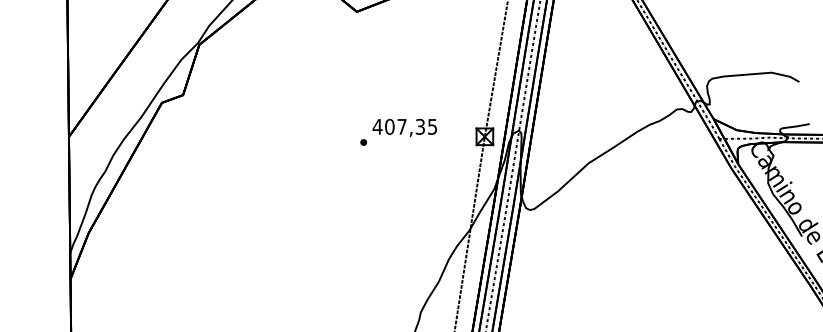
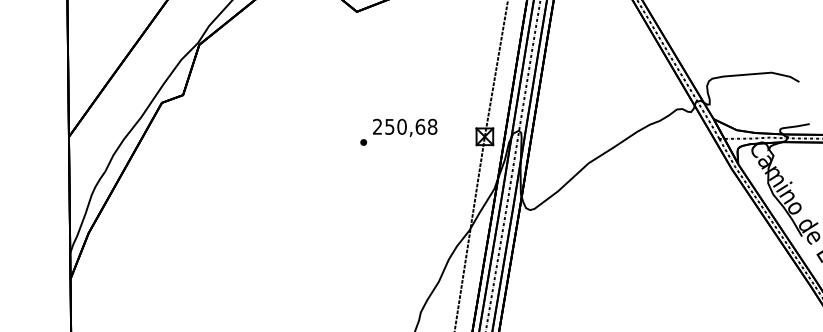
text at (404, 126): 407,35 -> 250,68
